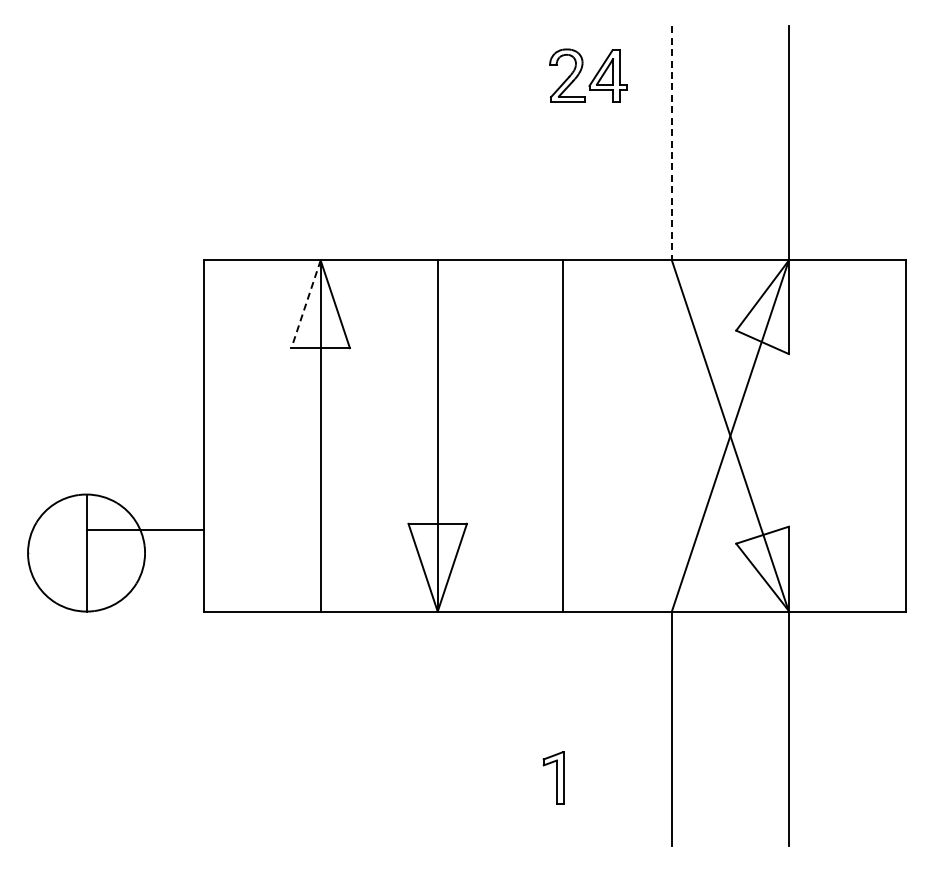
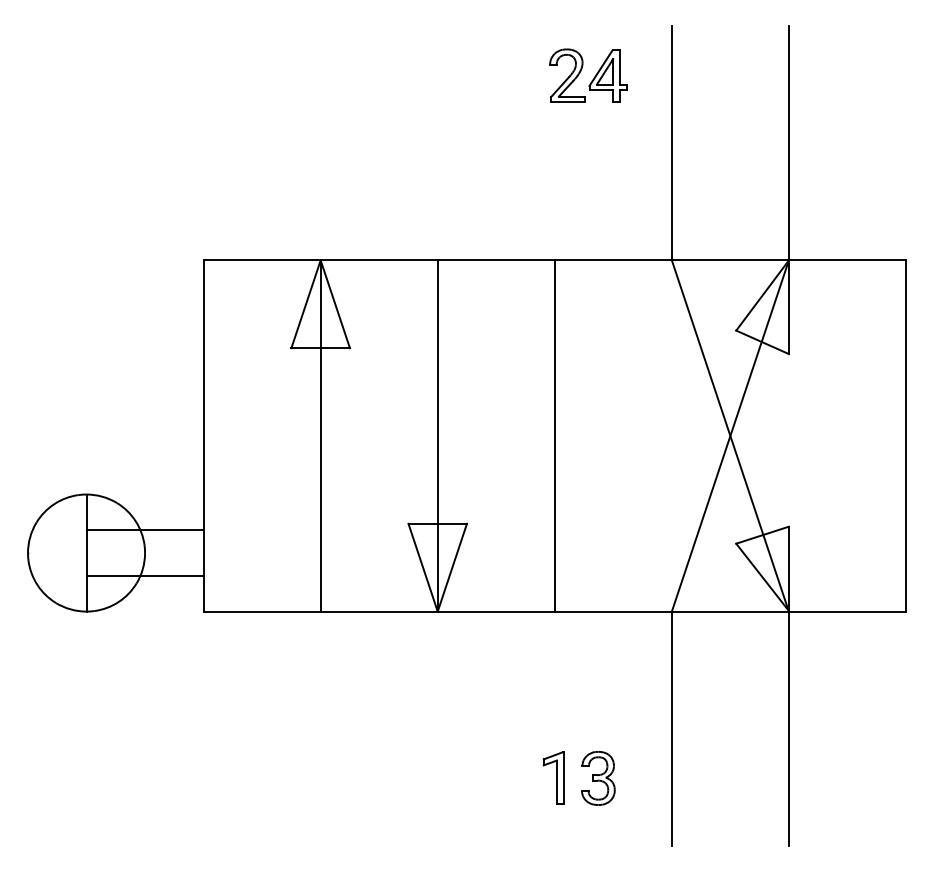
line at (671, 143): dashed -> solid
line at (305, 304): dashed -> solid
line at (562, 435) position: (562, 435) -> (554, 435)
line at (144, 576): none -> present
part at (598, 778): none -> present
